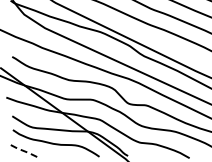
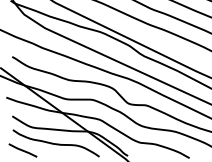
line at (22, 150): dashed -> solid
